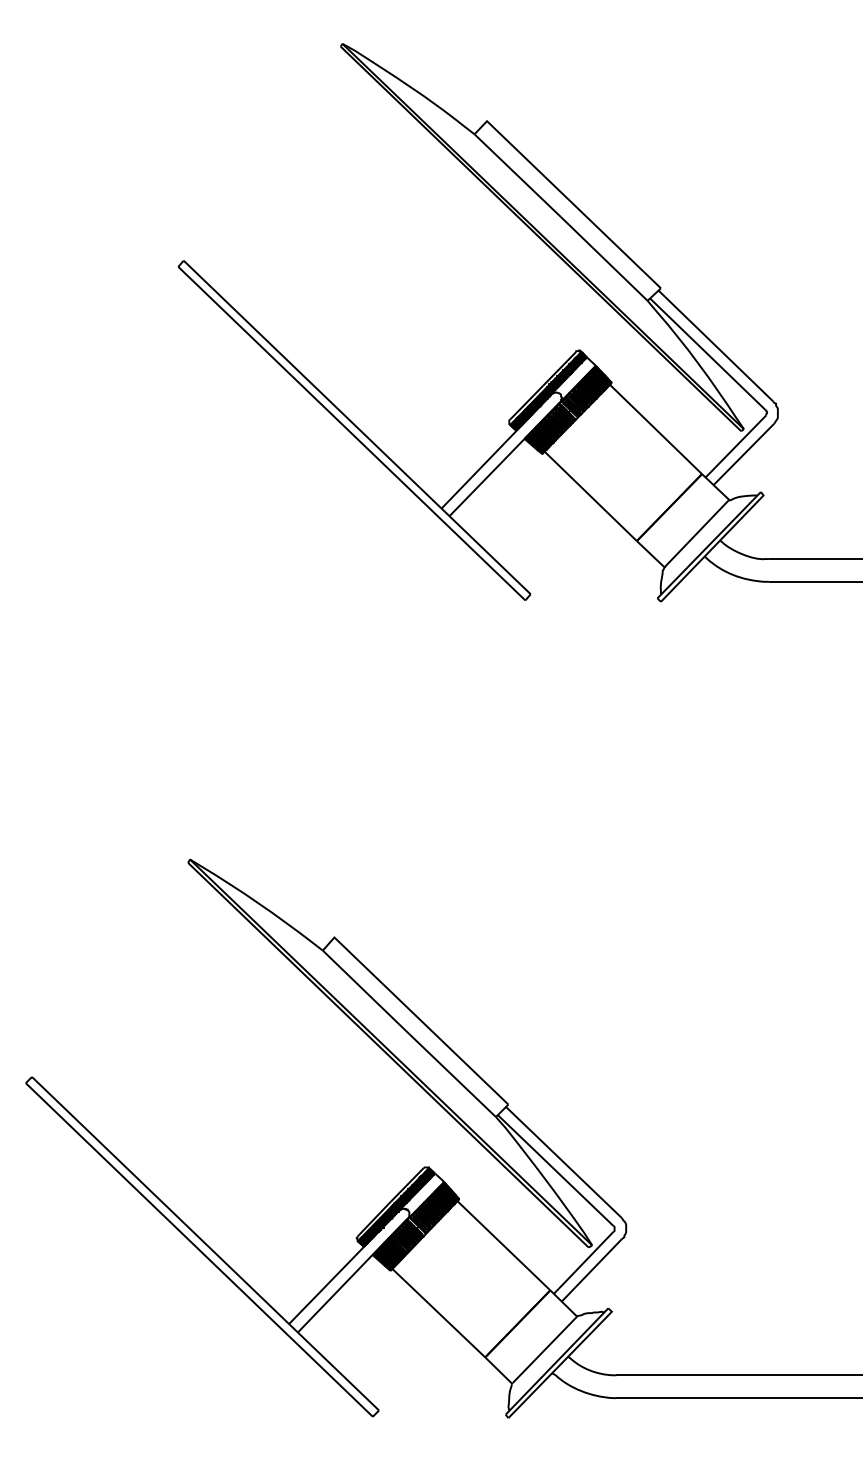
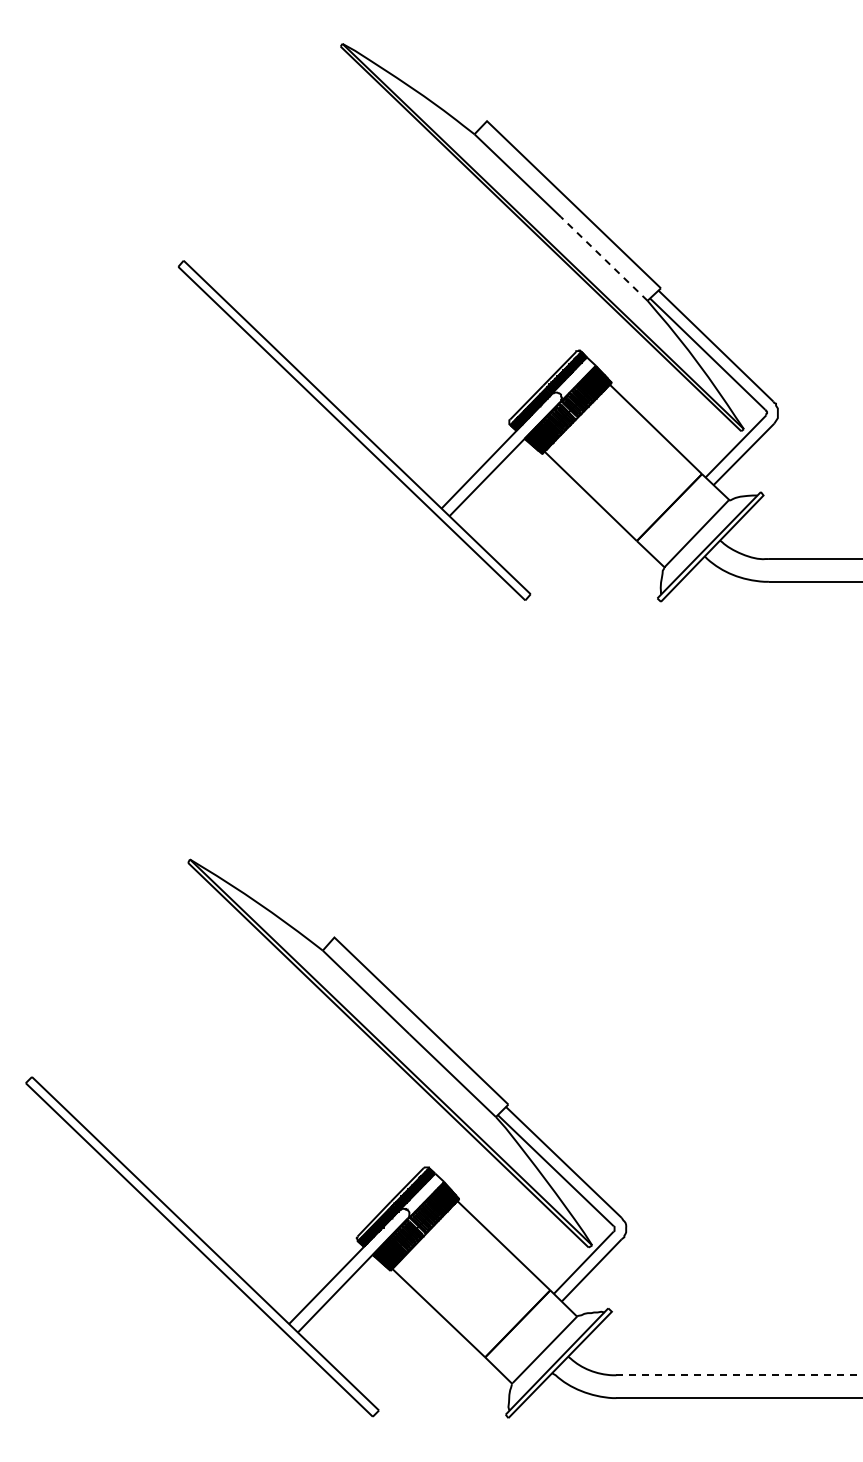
line at (603, 258): solid -> dashed
line at (739, 1375): solid -> dashed
